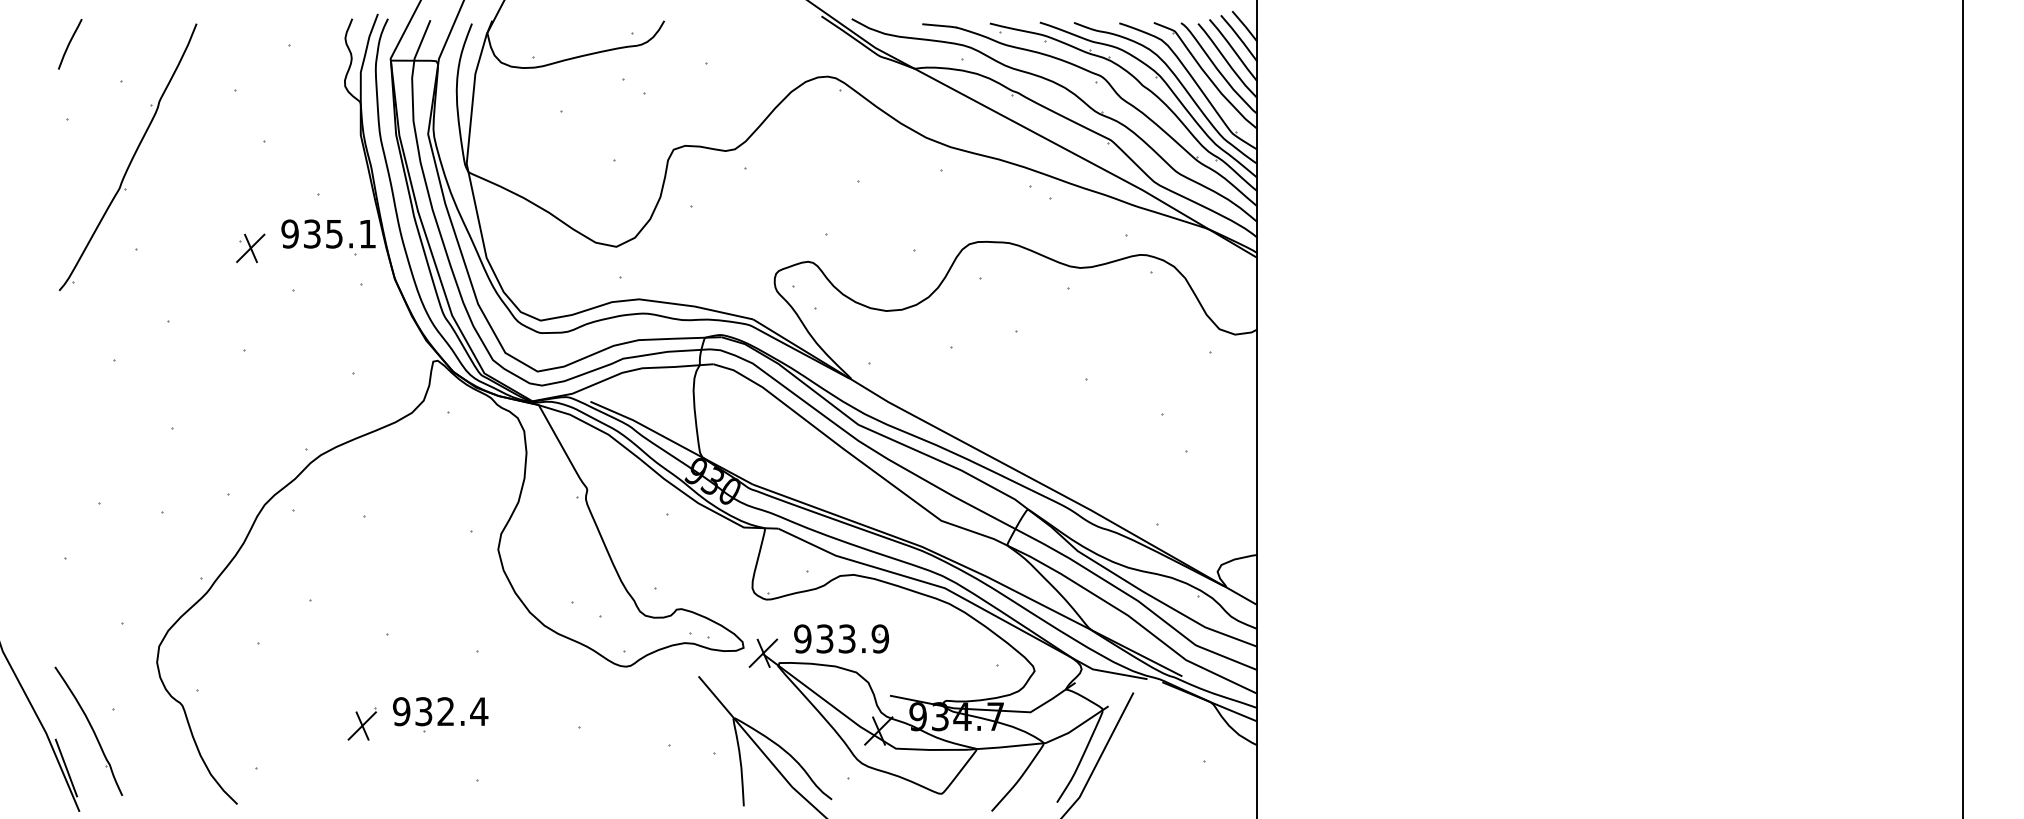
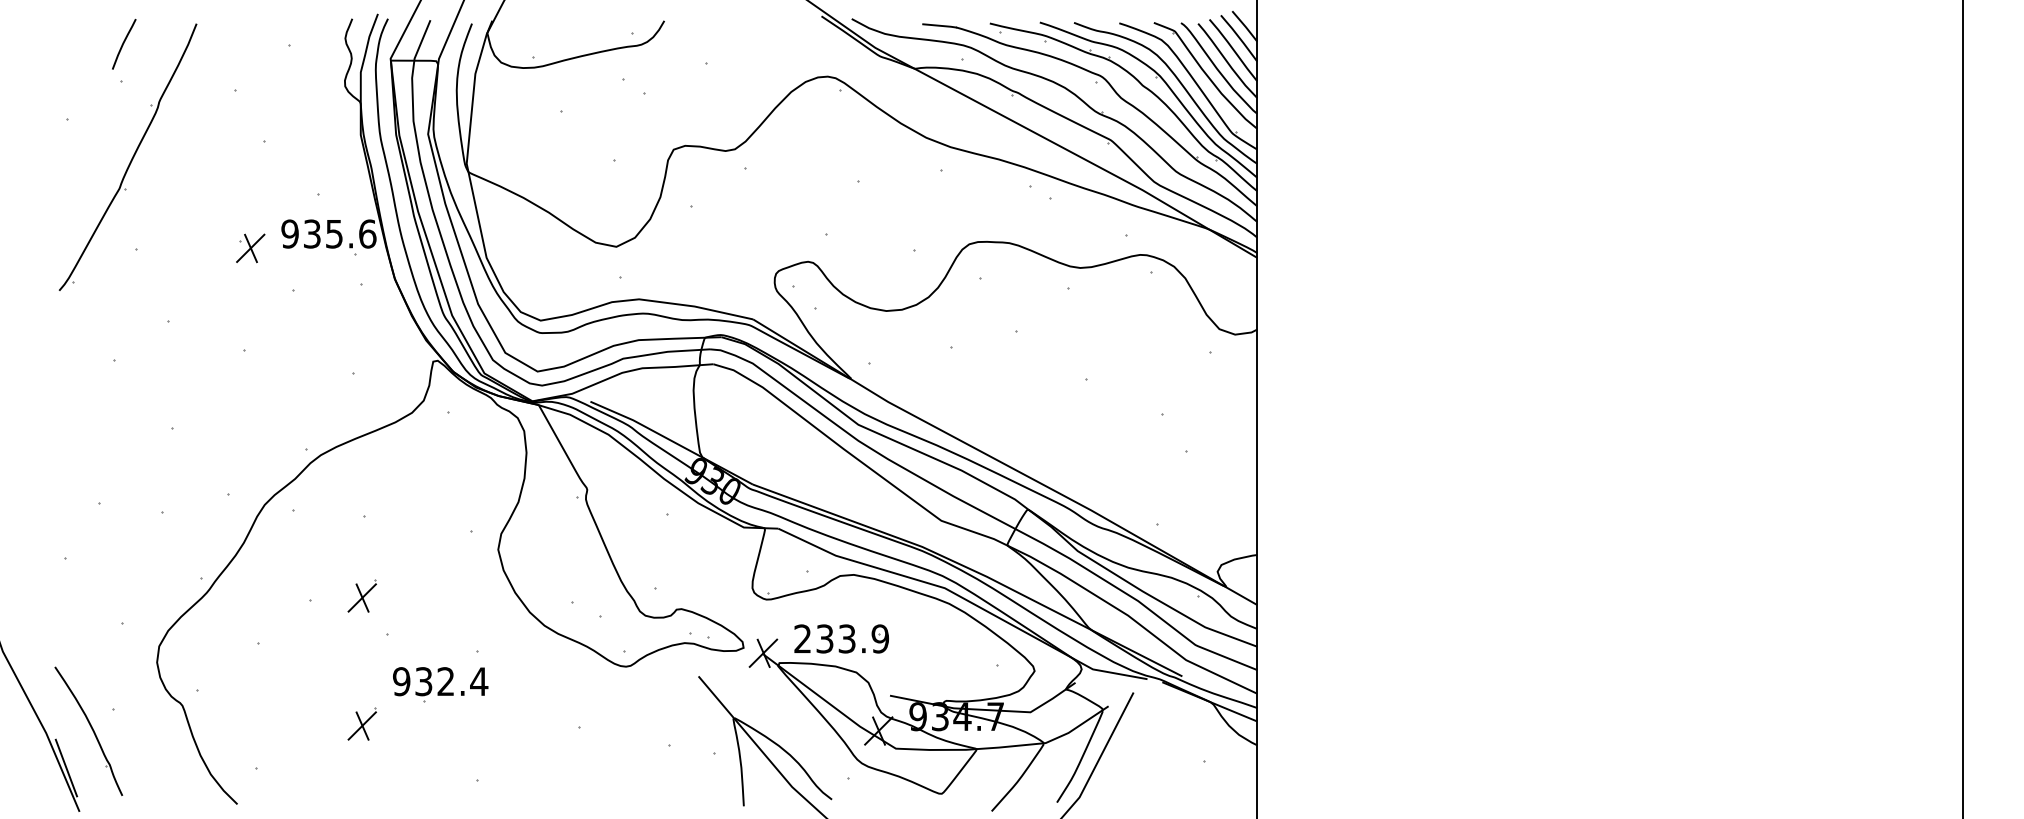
curve at (70, 43) position: (70, 43) -> (124, 43)
text at (367, 233): 935.1 -> 935.6
part at (361, 595): none -> present
text at (802, 638): 933.9 -> 233.9
part at (440, 714) position: (440, 714) -> (440, 684)
